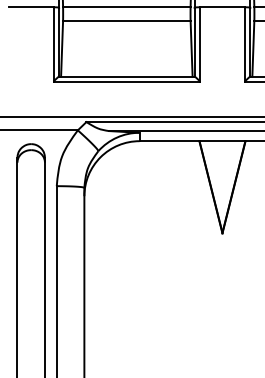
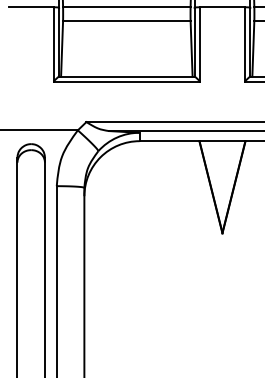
line at (131, 116): present -> none
